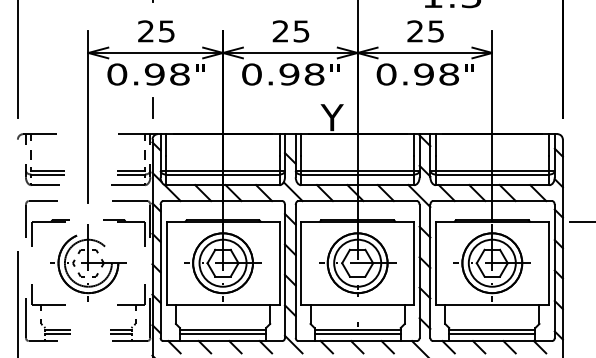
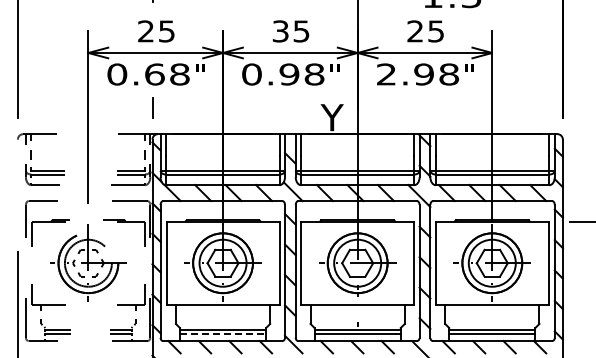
text at (280, 31): 25 -> 35
text at (154, 74): 0.98 -> 0.68
text at (386, 74): 0.98 -> 2.98
line at (223, 334): solid -> dashed
